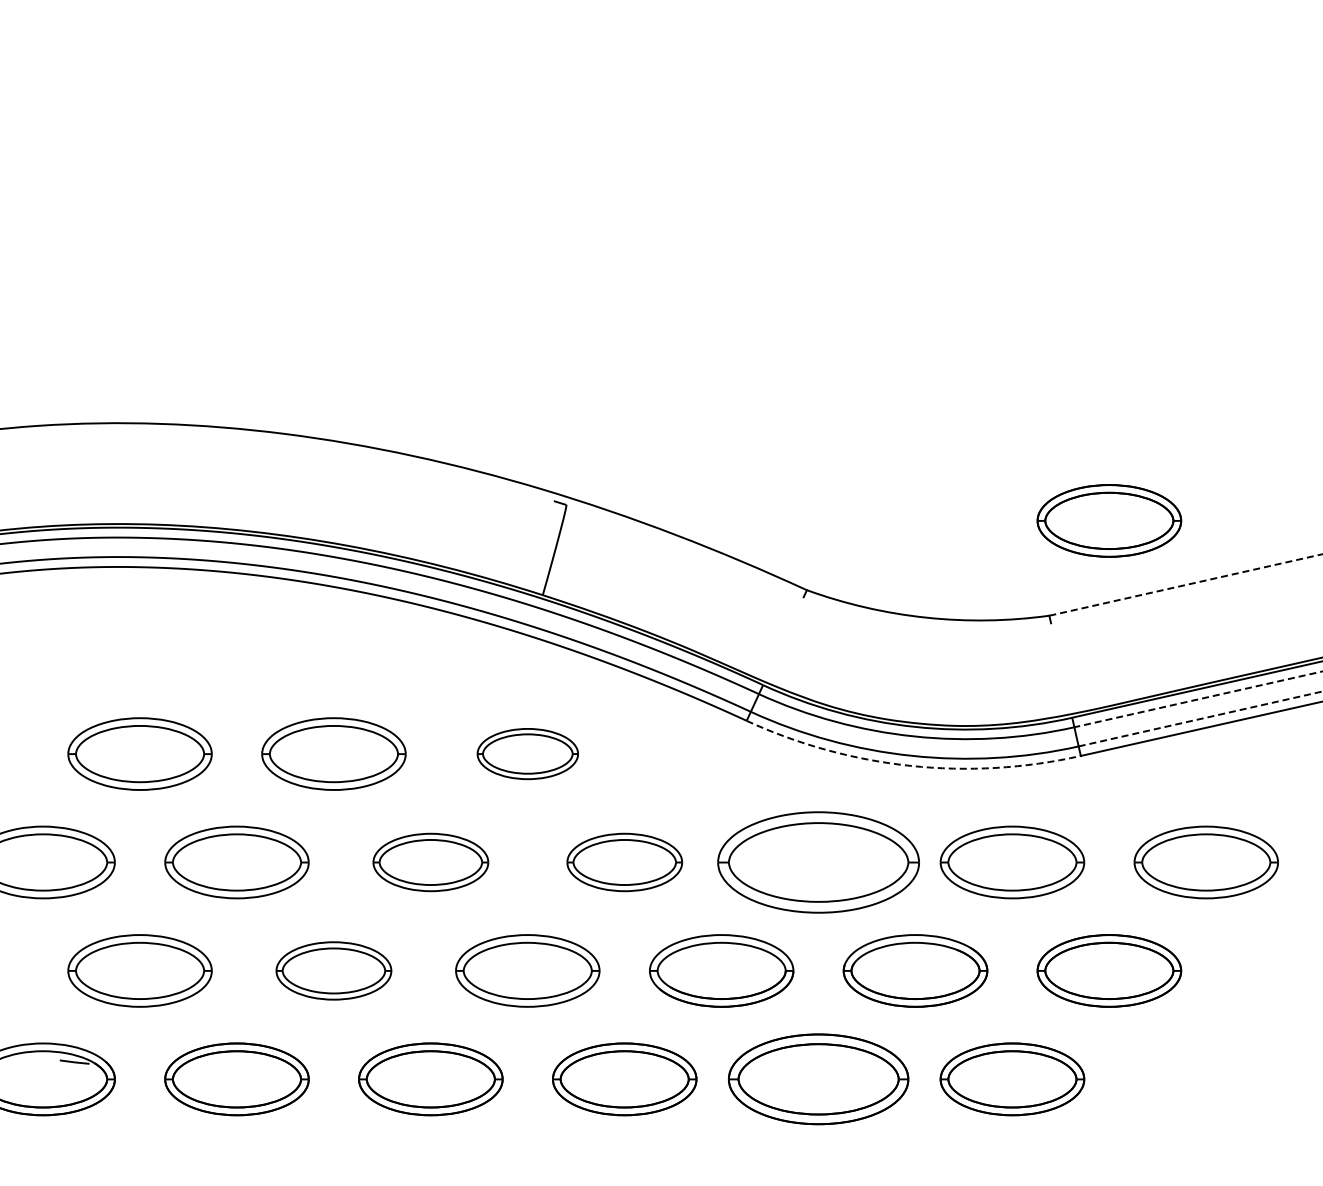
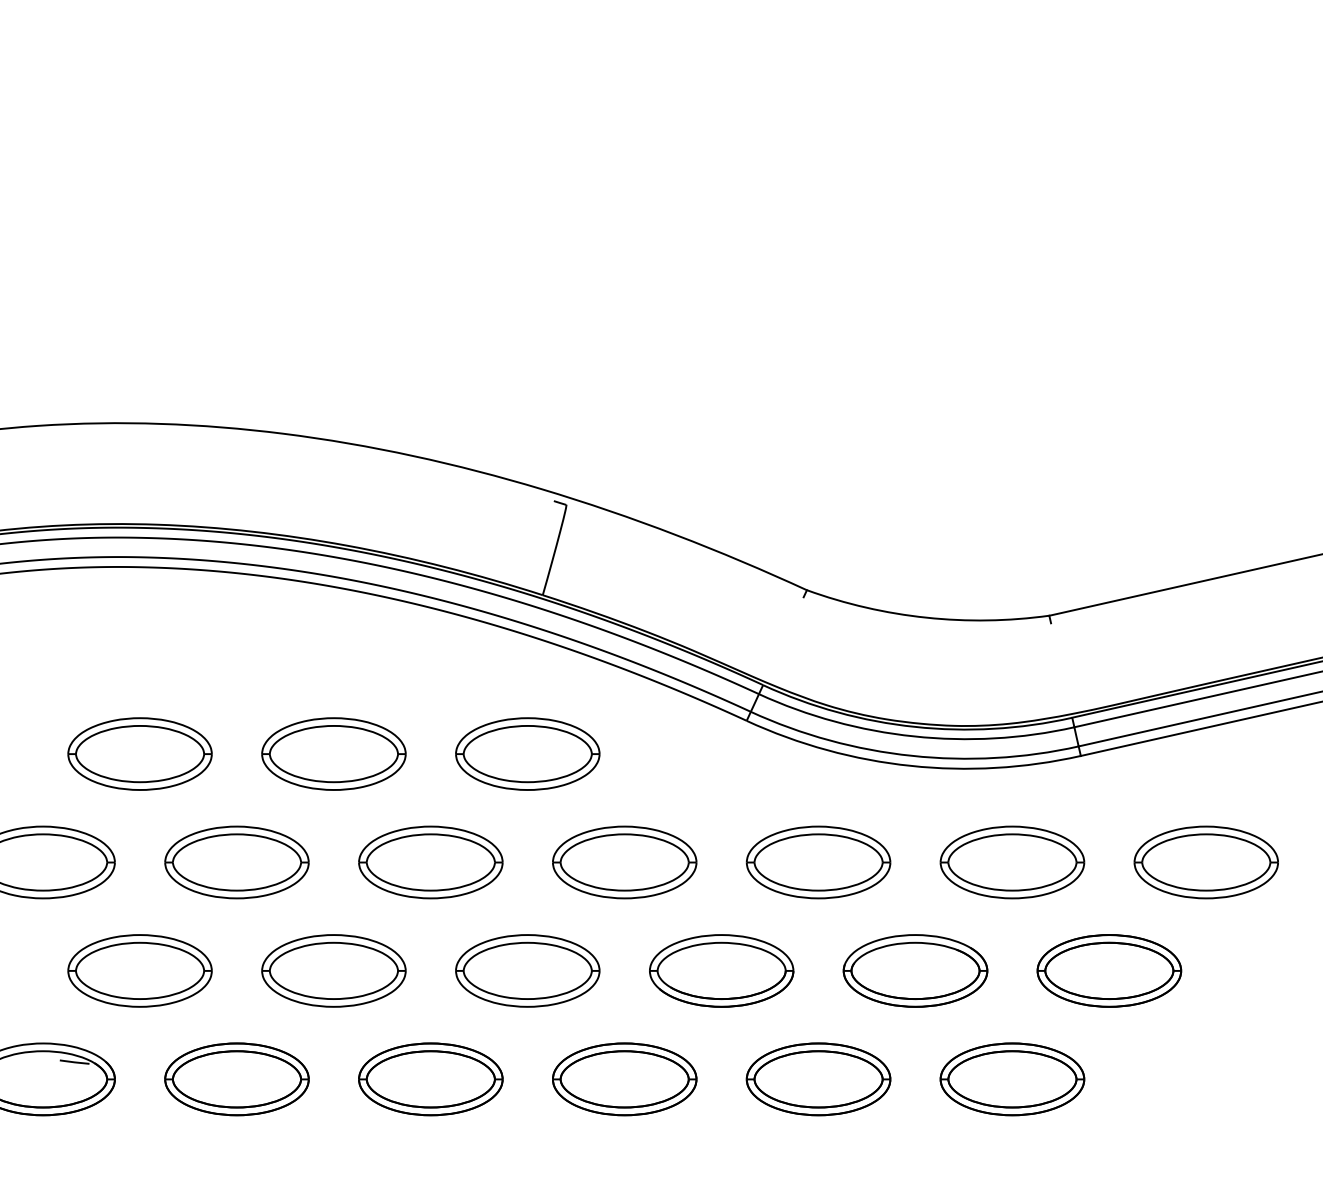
part at (1109, 520): present -> none
line at (1186, 584): dashed -> solid
line at (1198, 699): dashed -> solid
line at (1200, 718): dashed -> solid
part at (527, 754) size: 103x53 px -> 146x74 px
arc at (910, 765): dashed -> solid
part at (430, 862) size: 118x61 px -> 146x75 px
part at (624, 862) size: 118x61 px -> 146x75 px
part at (818, 862) size: 203x103 px -> 147x75 px
part at (333, 970) size: 118x60 px -> 146x74 px
part at (818, 1079) size: 183x93 px -> 147x75 px
